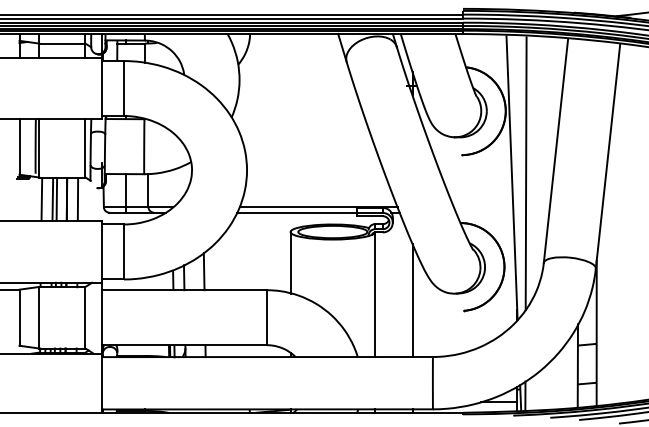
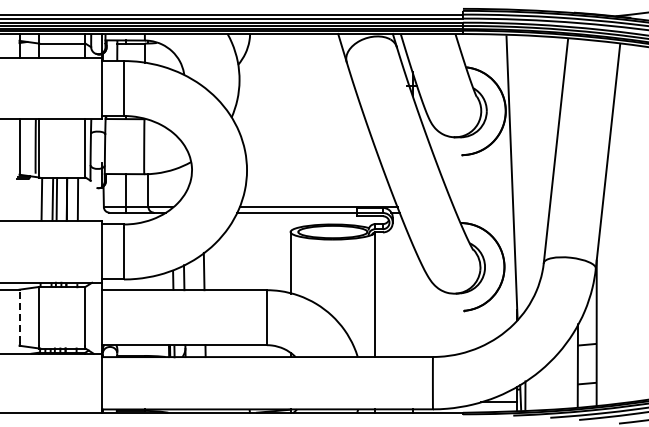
line at (525, 173): present -> none
line at (412, 300): present -> none
line at (19, 316): solid -> dashed
